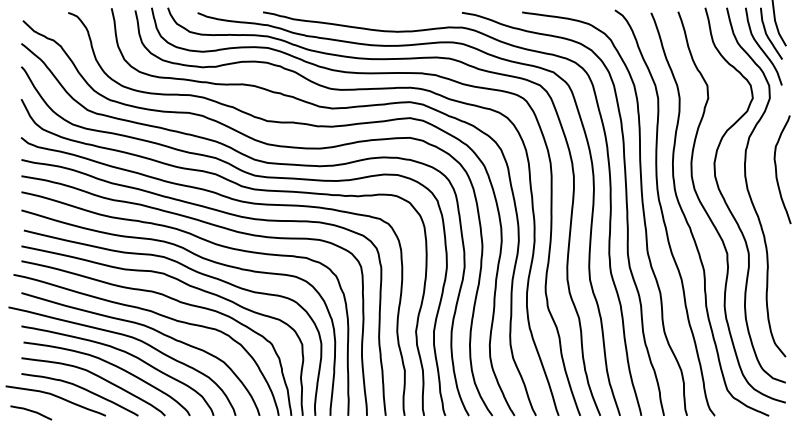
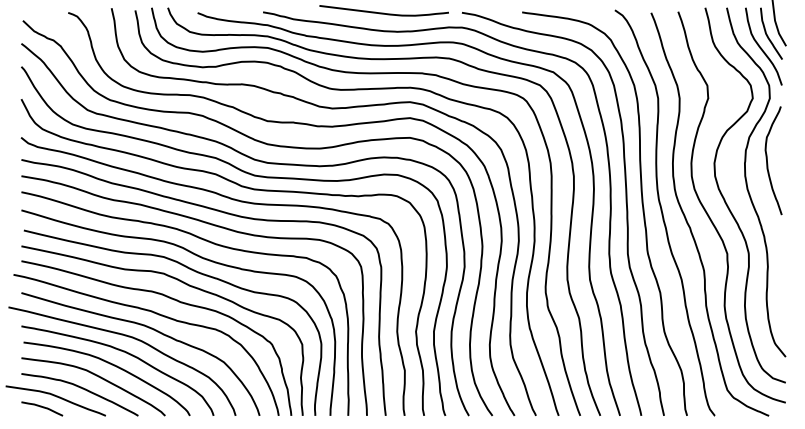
curve at (383, 12): none -> present
curve at (777, 172) position: (777, 172) -> (768, 163)
curve at (31, 411) position: (31, 411) -> (42, 407)
